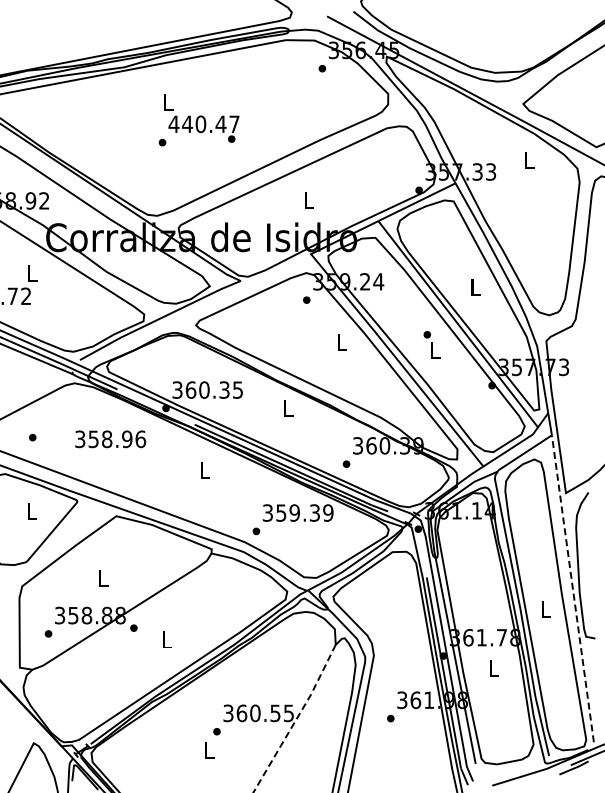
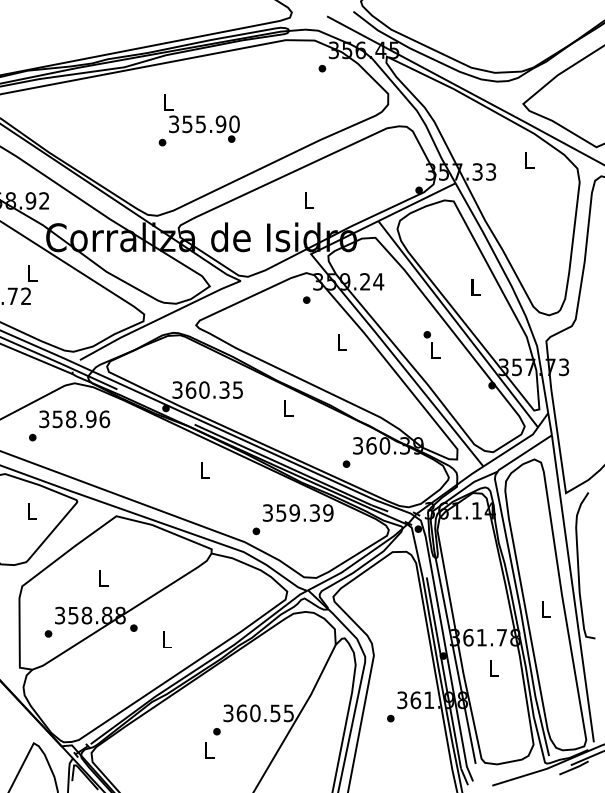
text at (203, 124): 440.47 -> 355.90
text at (110, 439) position: (110, 439) -> (74, 419)
line at (572, 588): dashed -> solid
line at (296, 719): dashed -> solid
